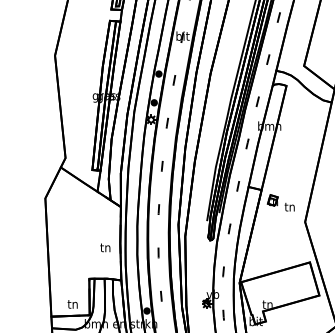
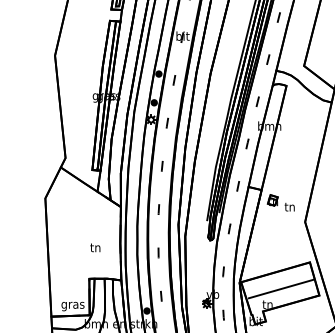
text at (105, 247) position: (105, 247) -> (95, 247)
line at (280, 288): none -> present
text at (72, 305): tn -> gras
